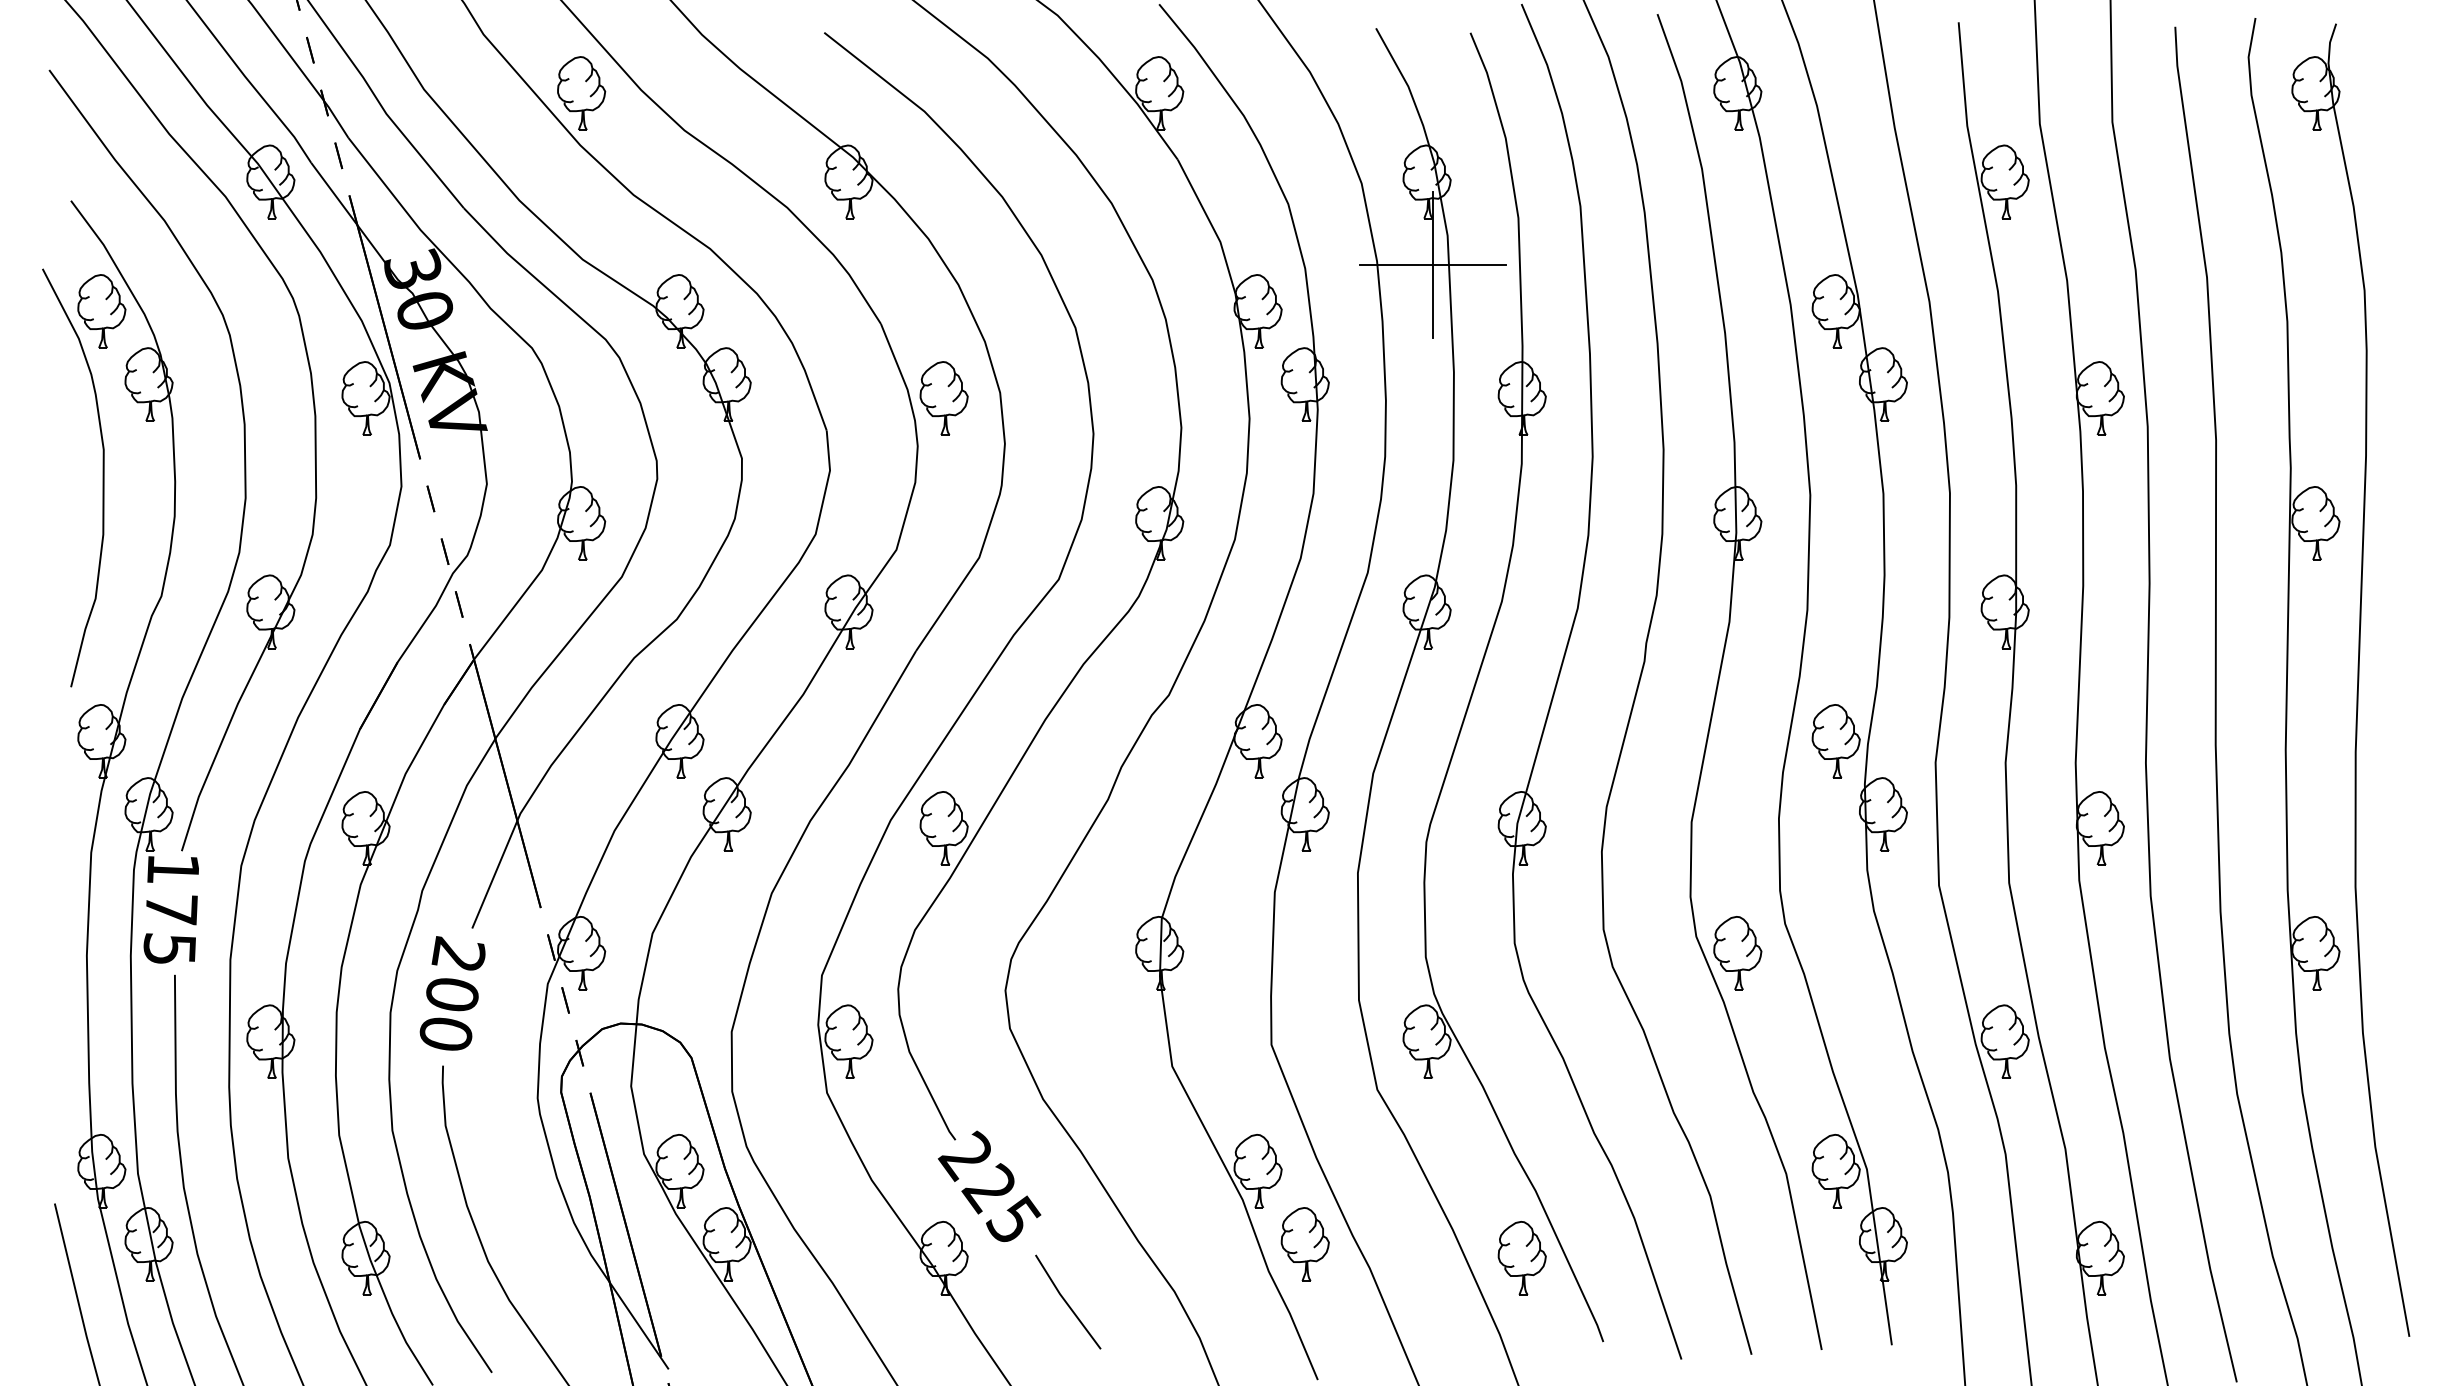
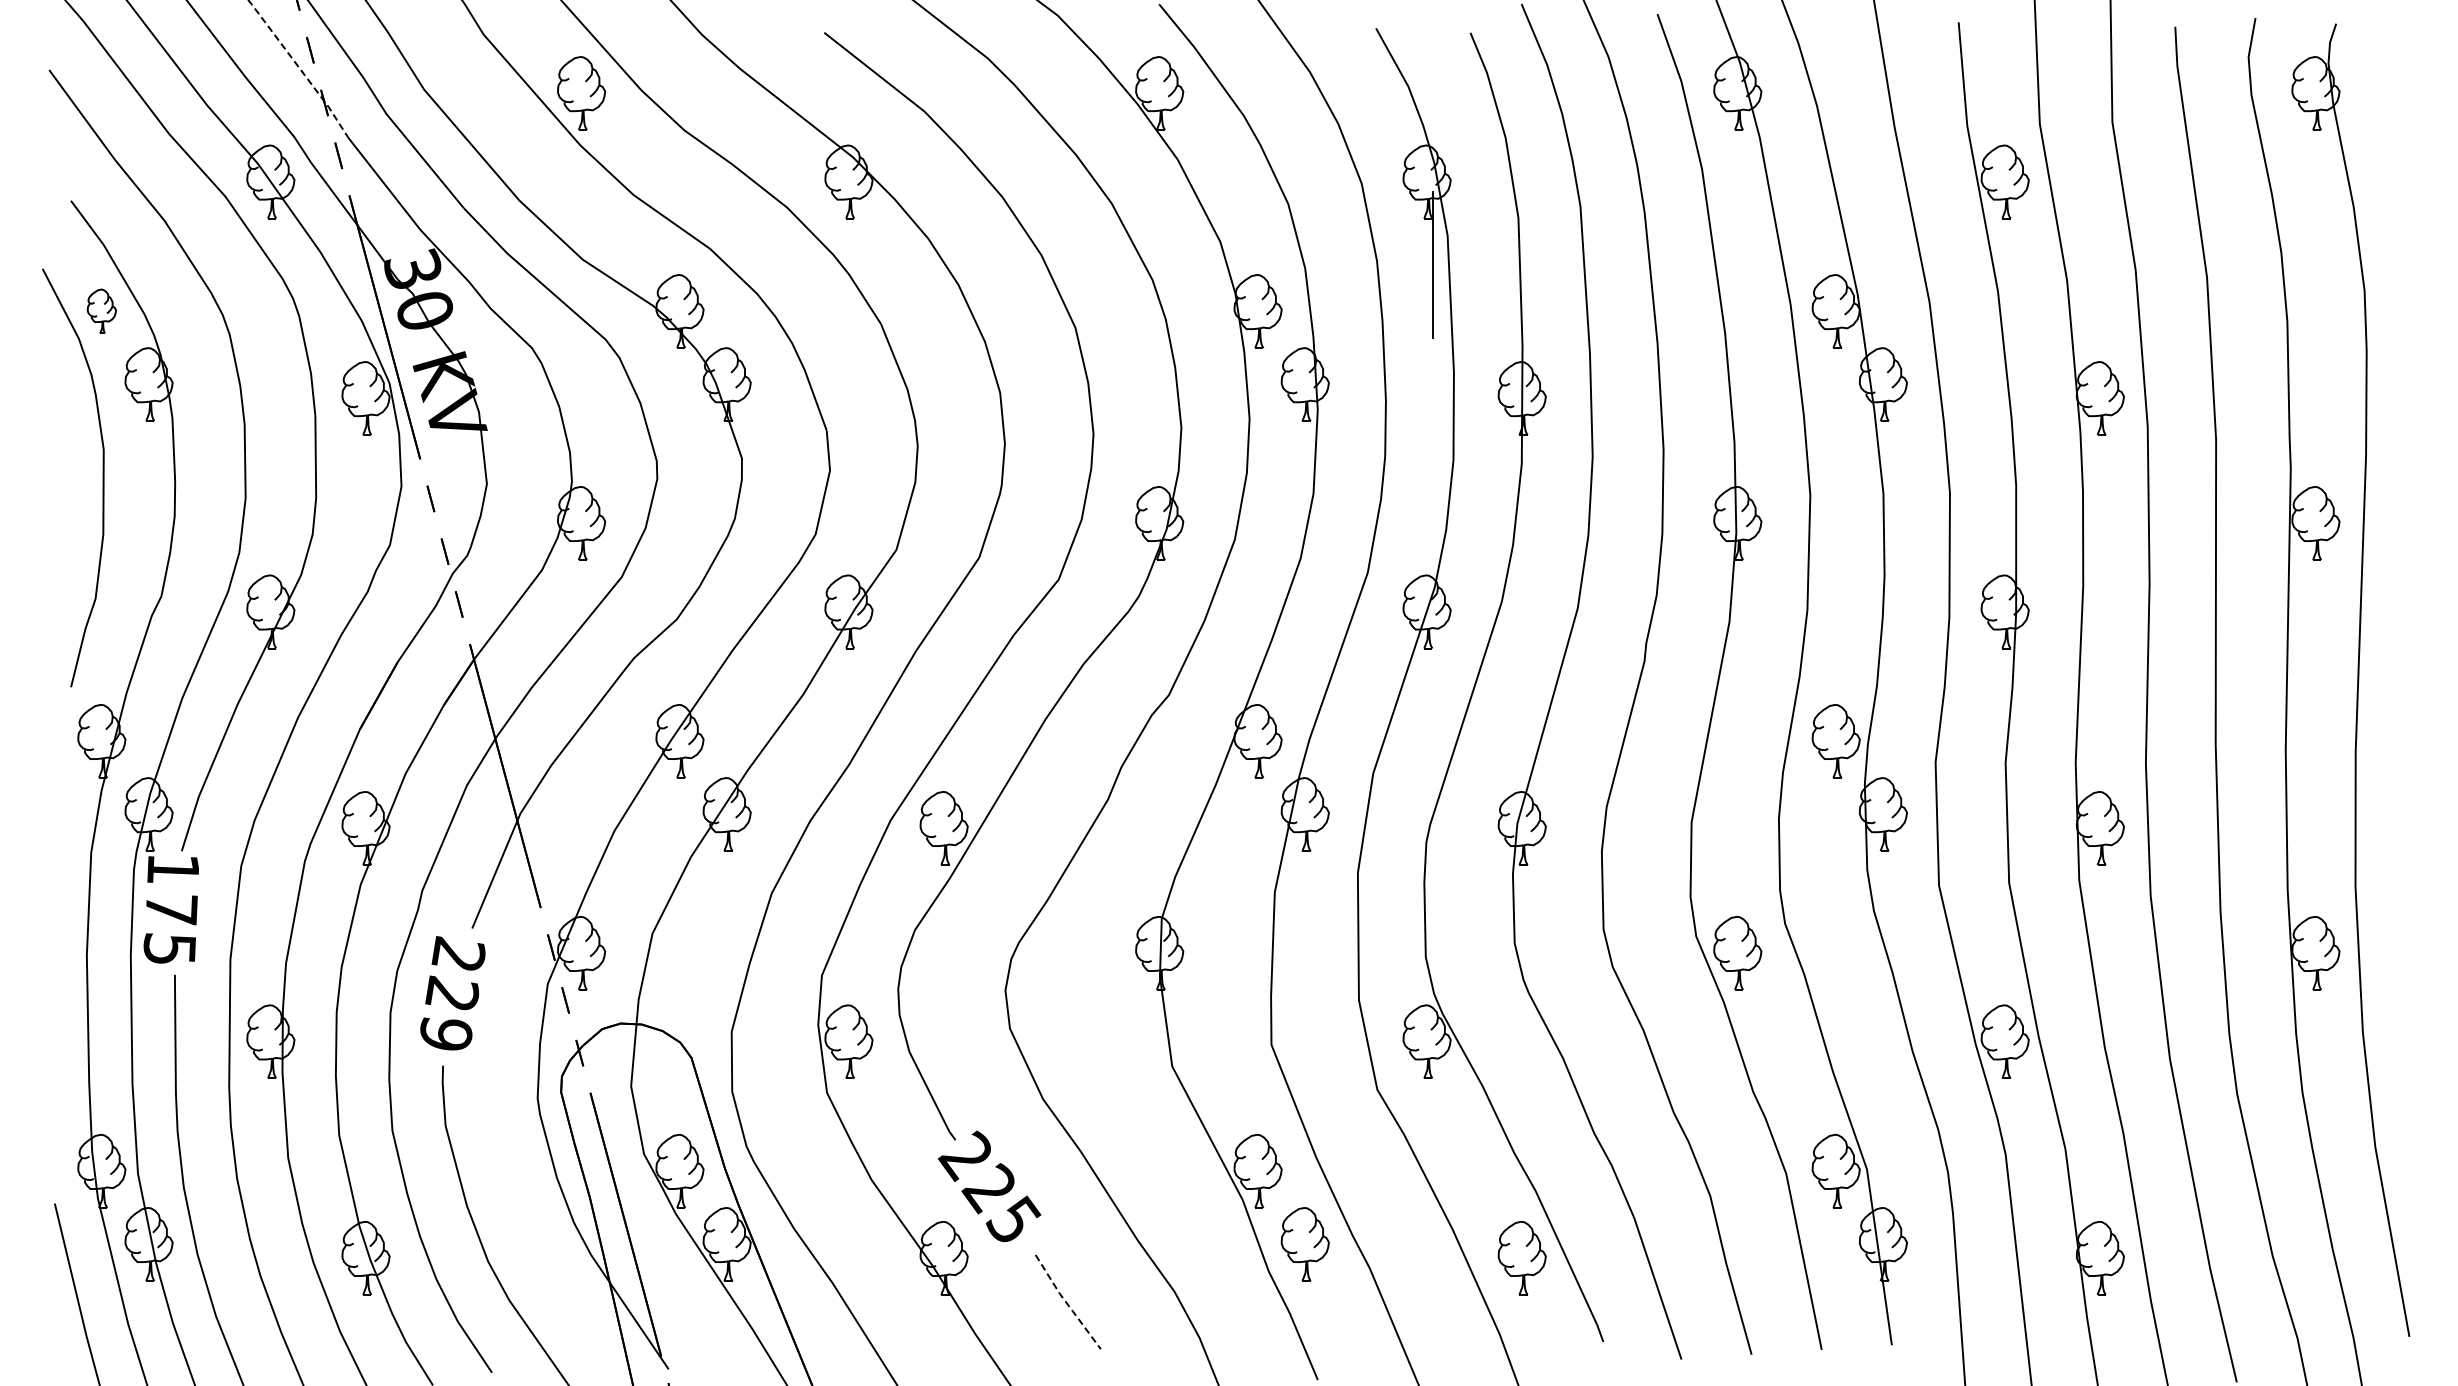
line at (300, 68): solid -> dashed
line at (1433, 264): present -> none
part at (101, 311) size: 50x75 px -> 31x46 px
part at (943, 398): present -> none
text at (449, 1012): 200 -> 229
line at (1066, 1302): solid -> dashed
